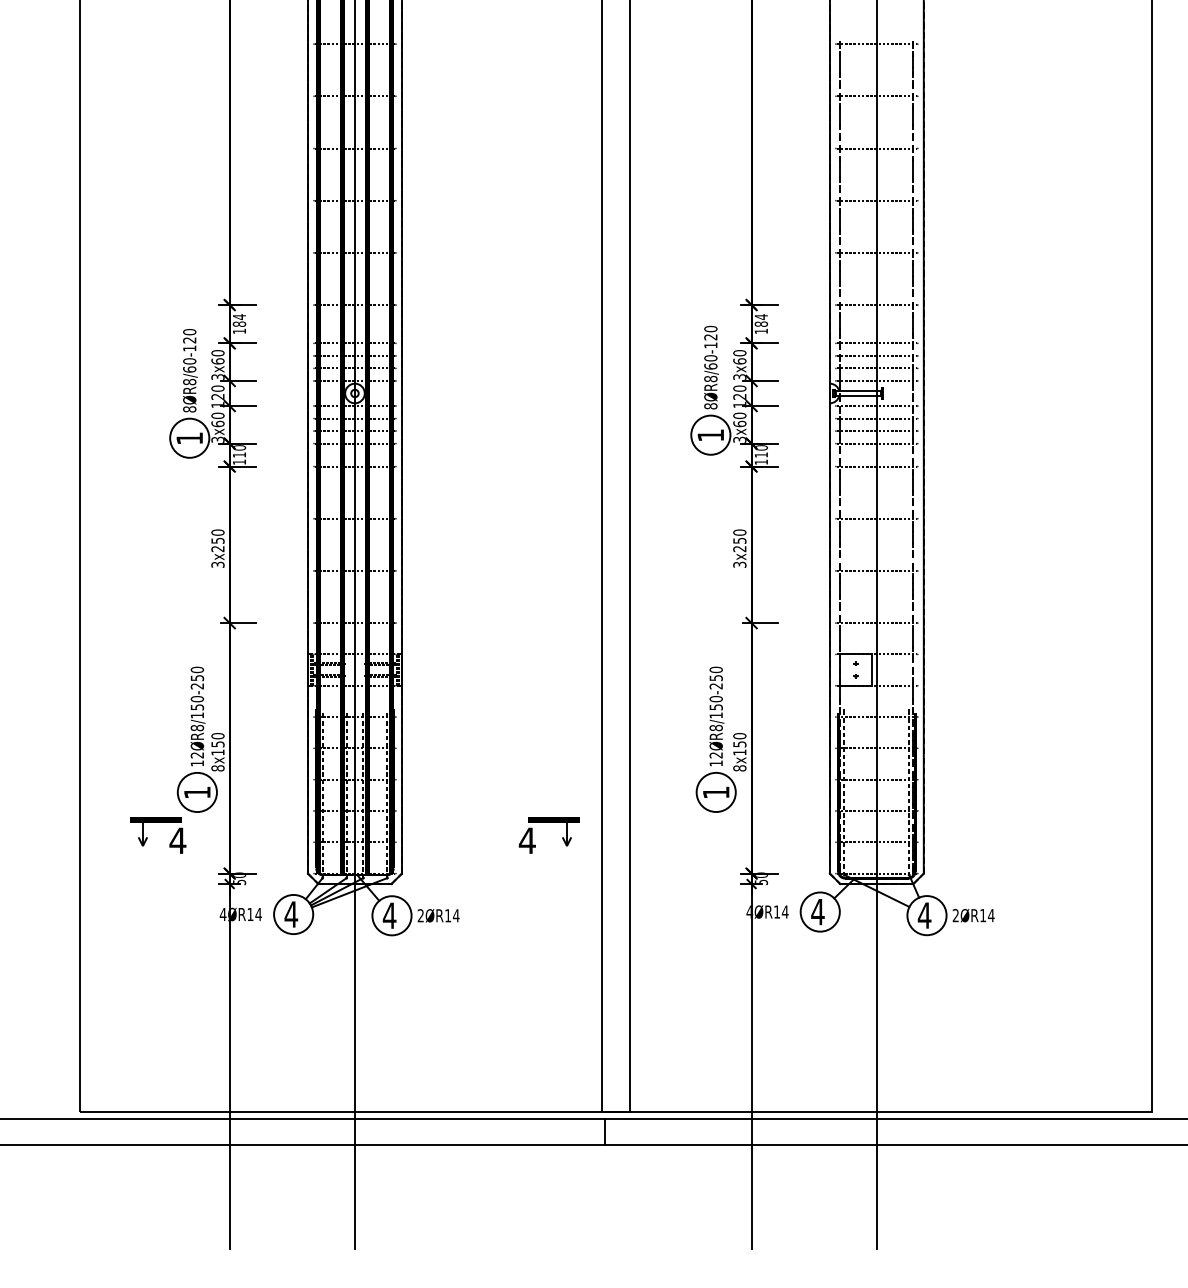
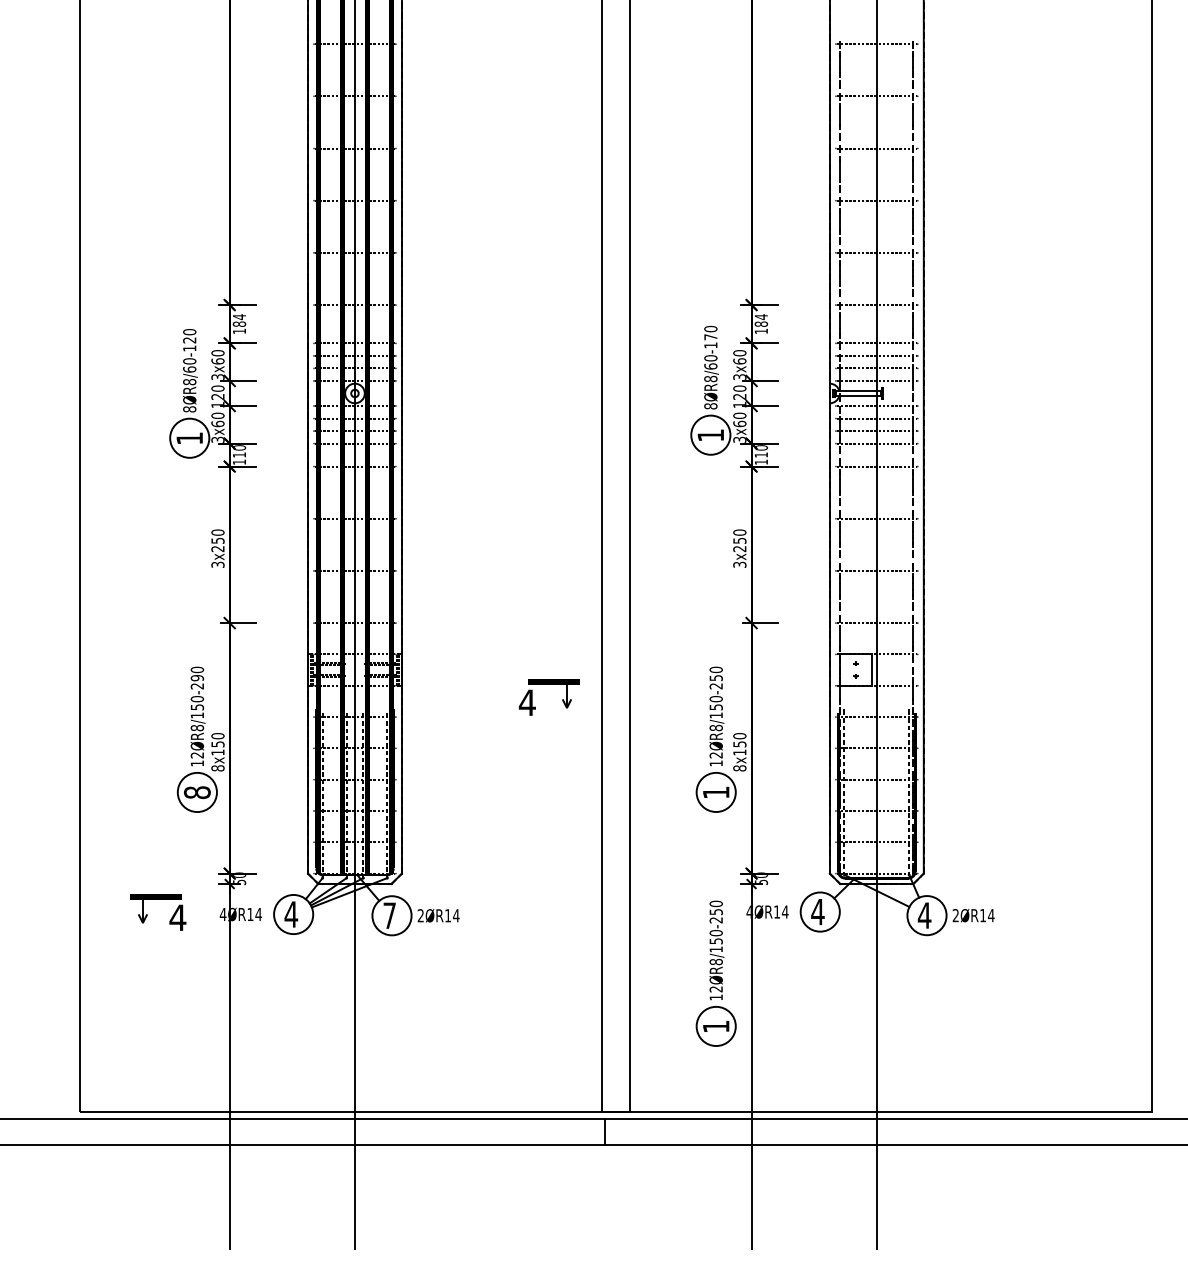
text at (710, 337): 8ØR8/60-120 -> 8ØR8/60-170
text at (196, 678): 12ØR8/150-250 -> 12ØR8/150-290
text at (197, 792): 1 -> 8
part at (548, 822) position: (548, 822) -> (548, 684)
part at (147, 837) position: (147, 837) -> (147, 914)
text at (389, 915): 4 -> 7
part at (715, 973): none -> present
